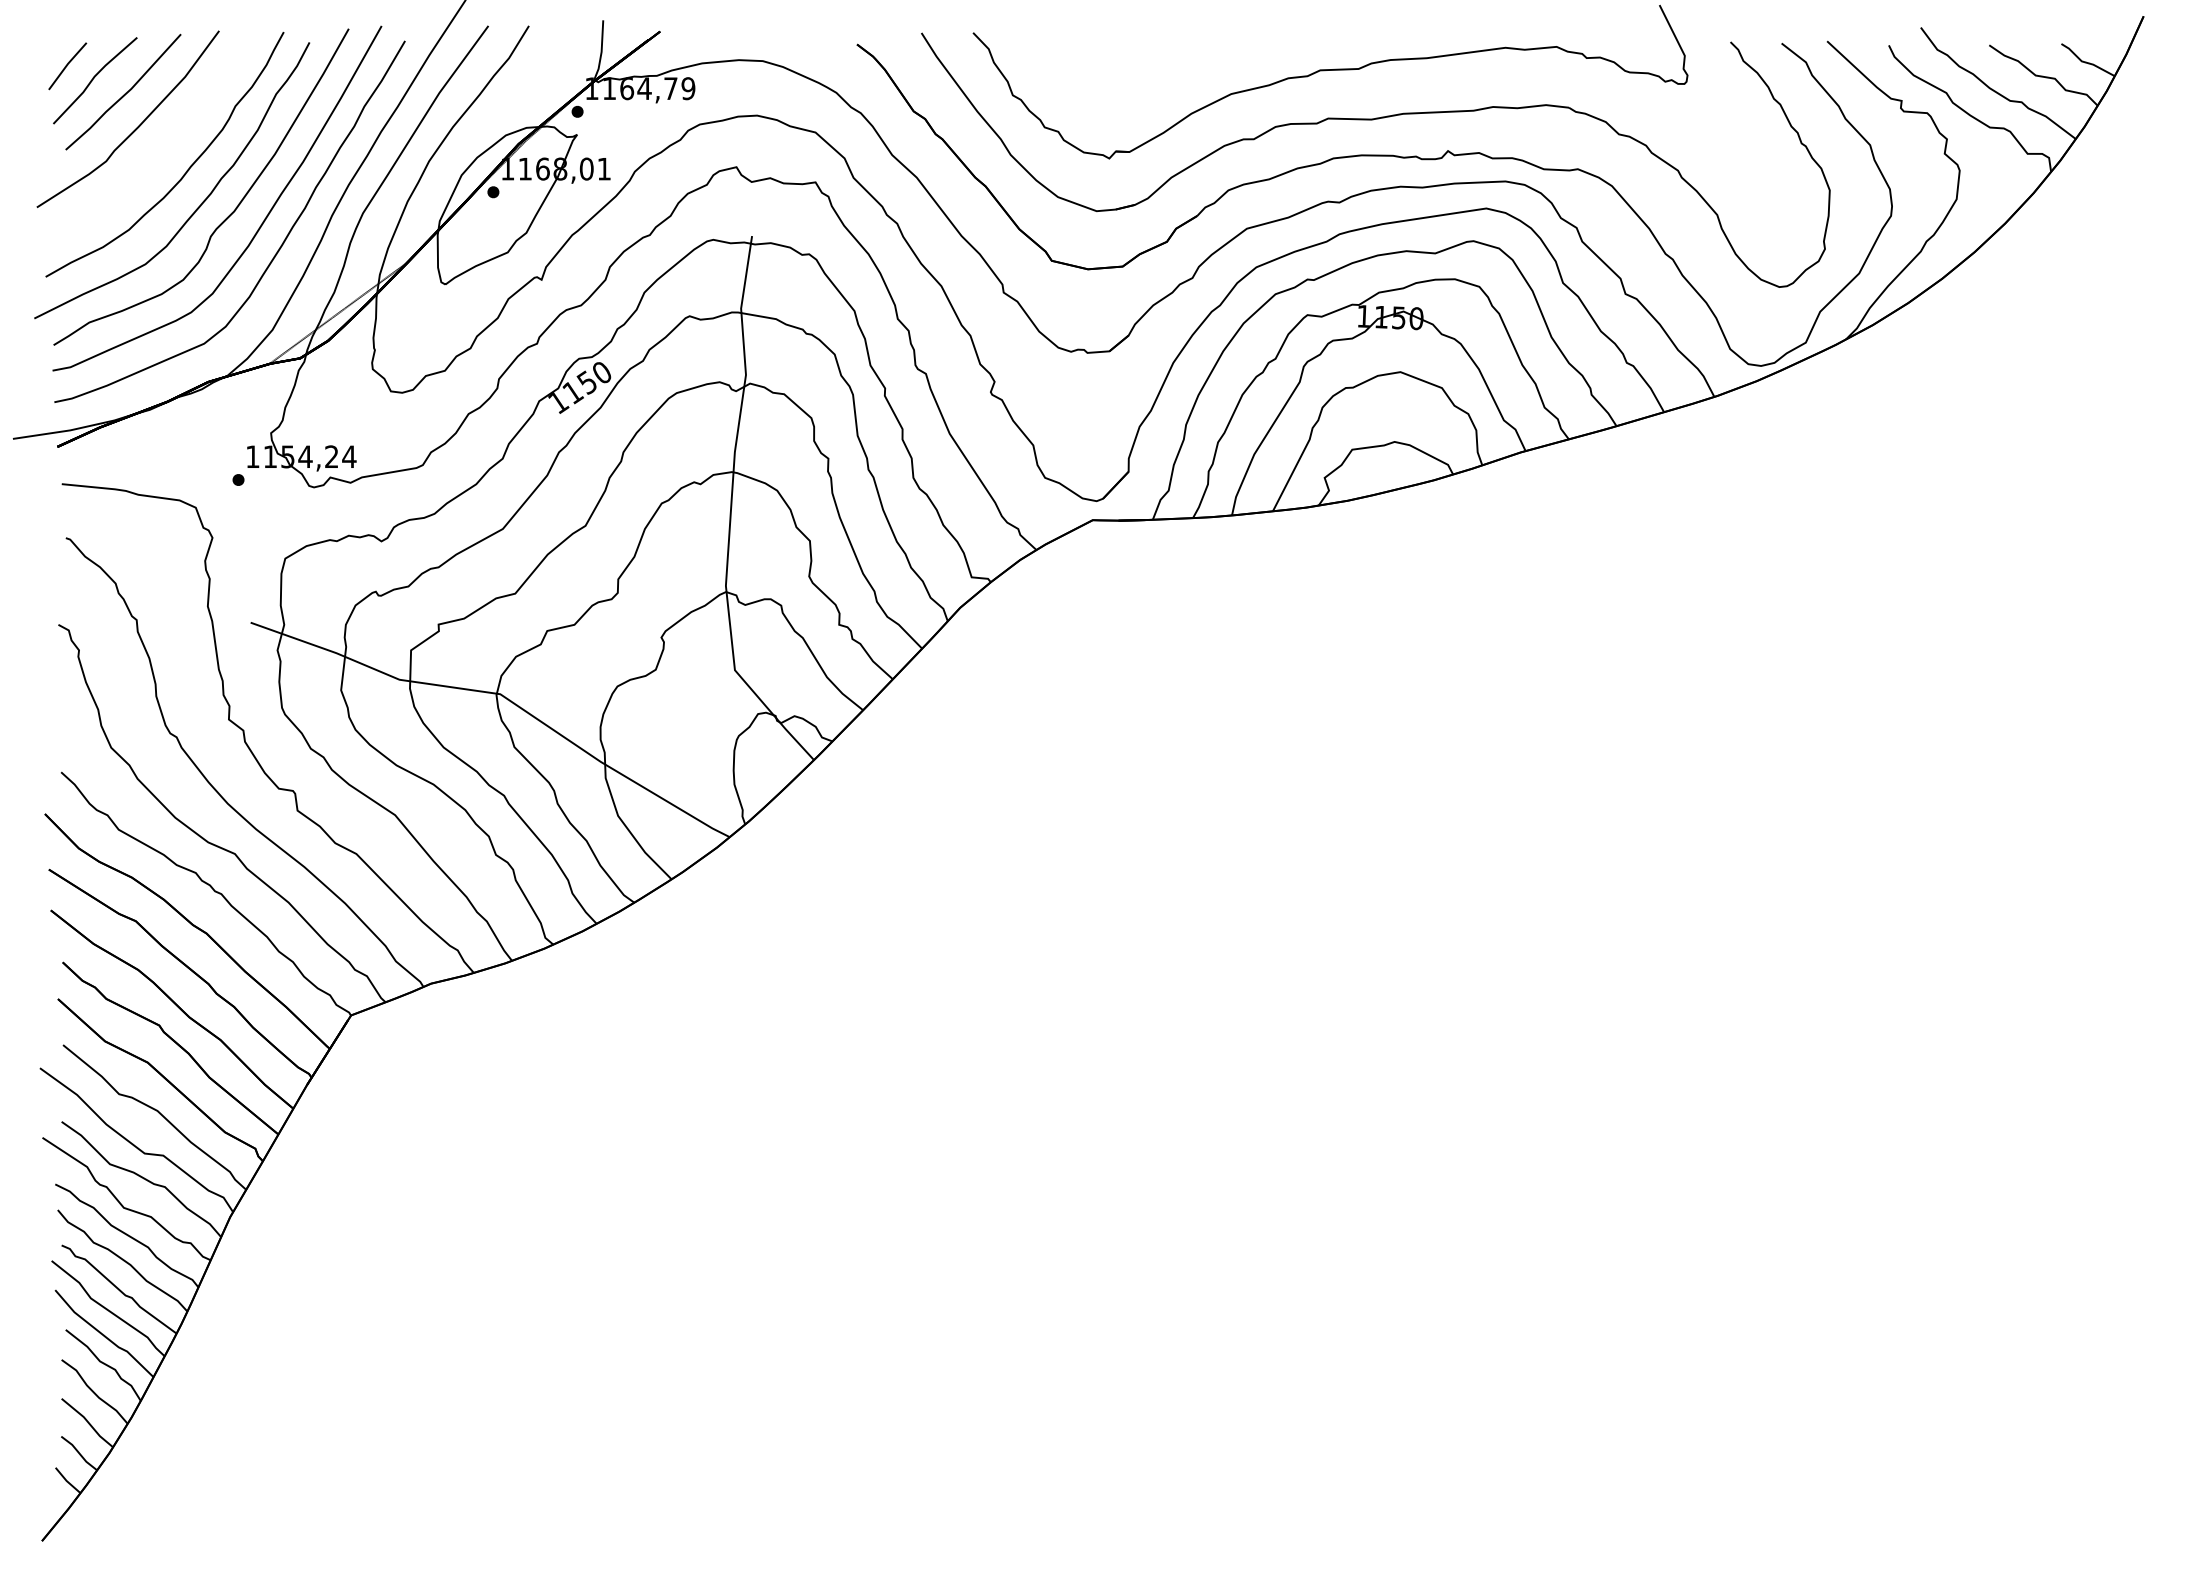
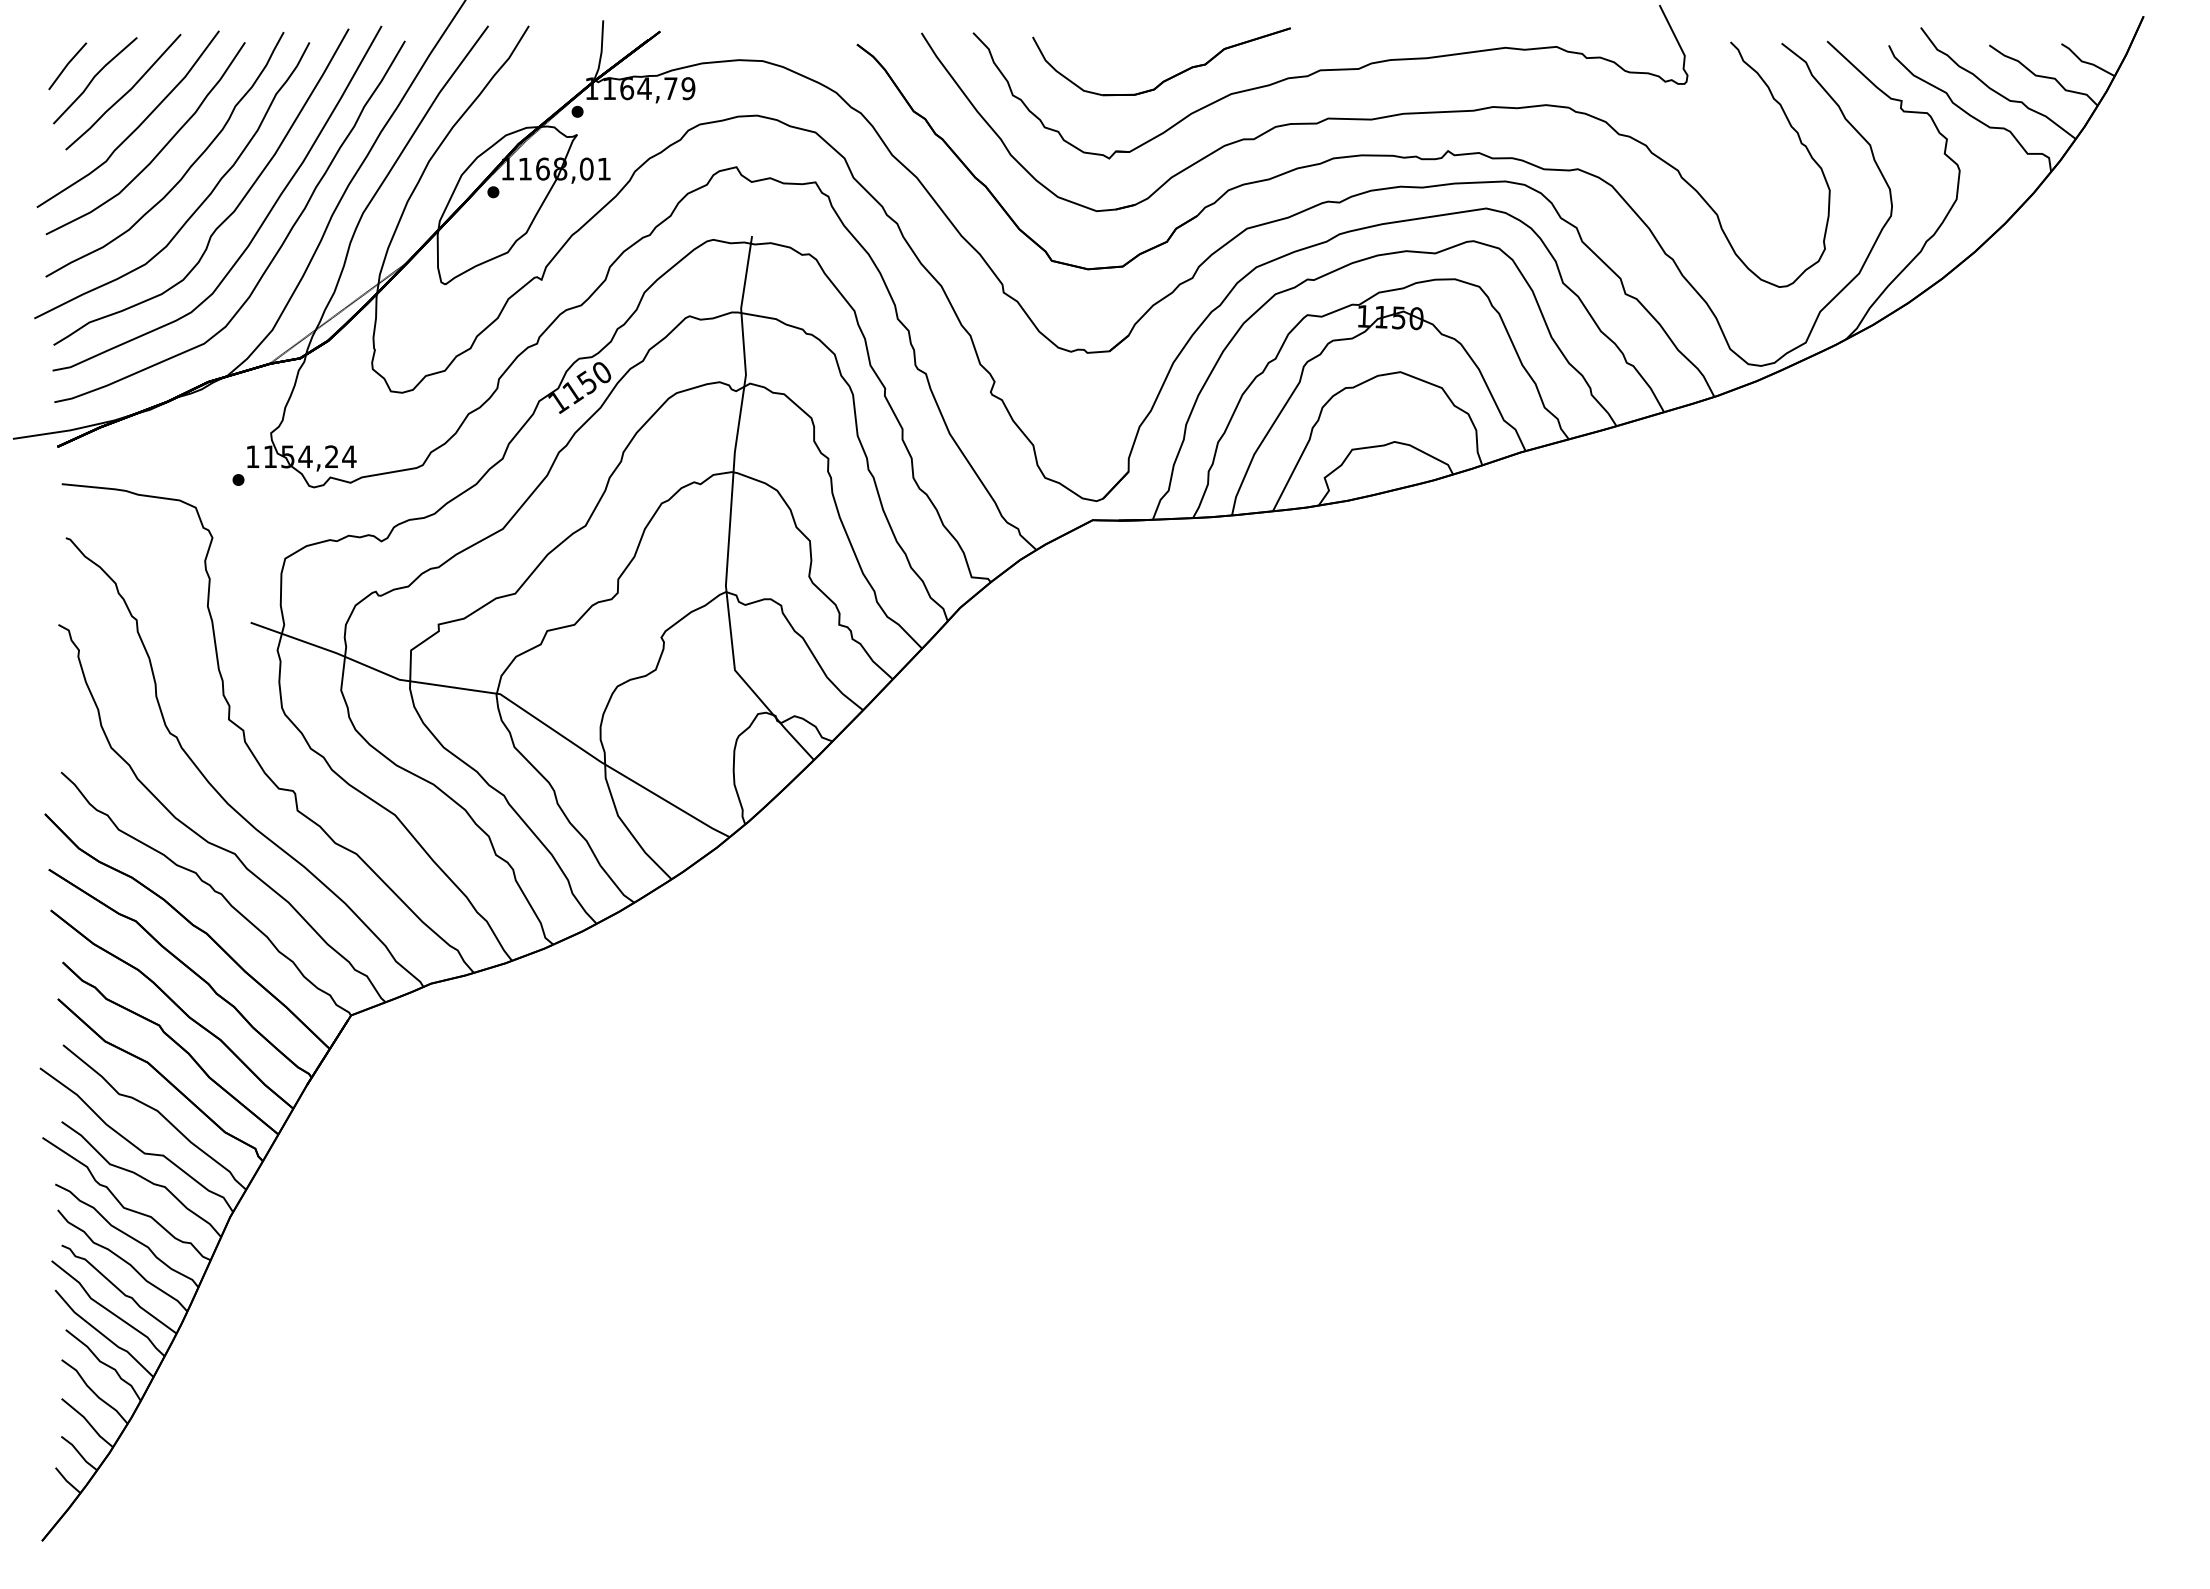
part at (1169, 77): none -> present
curve at (161, 148): none -> present
